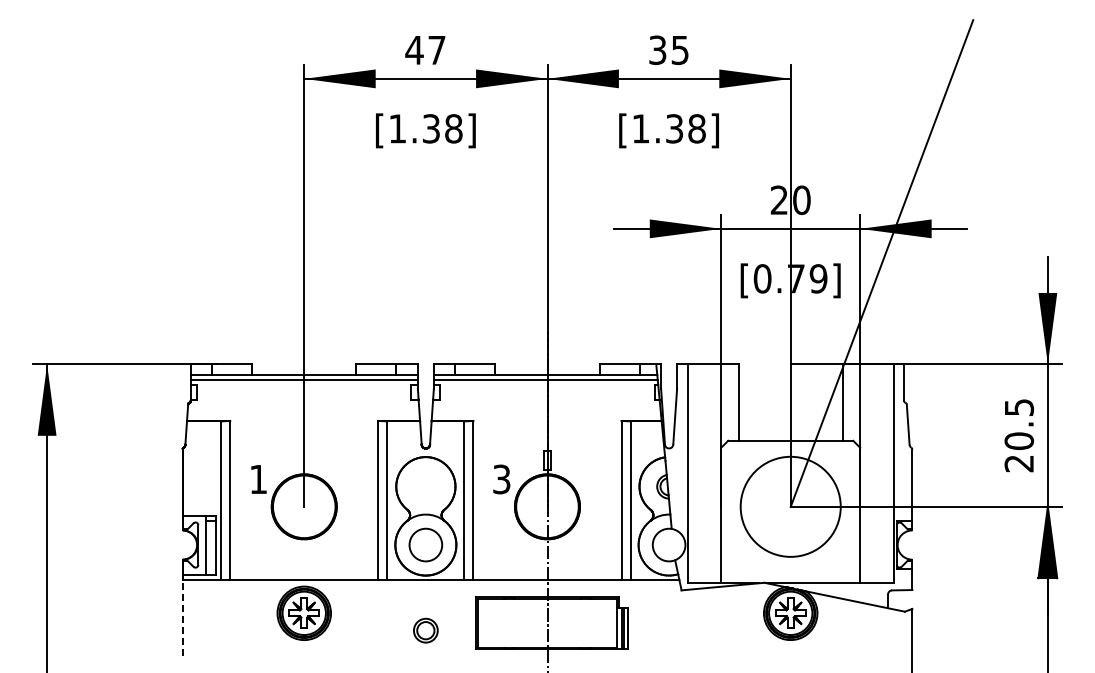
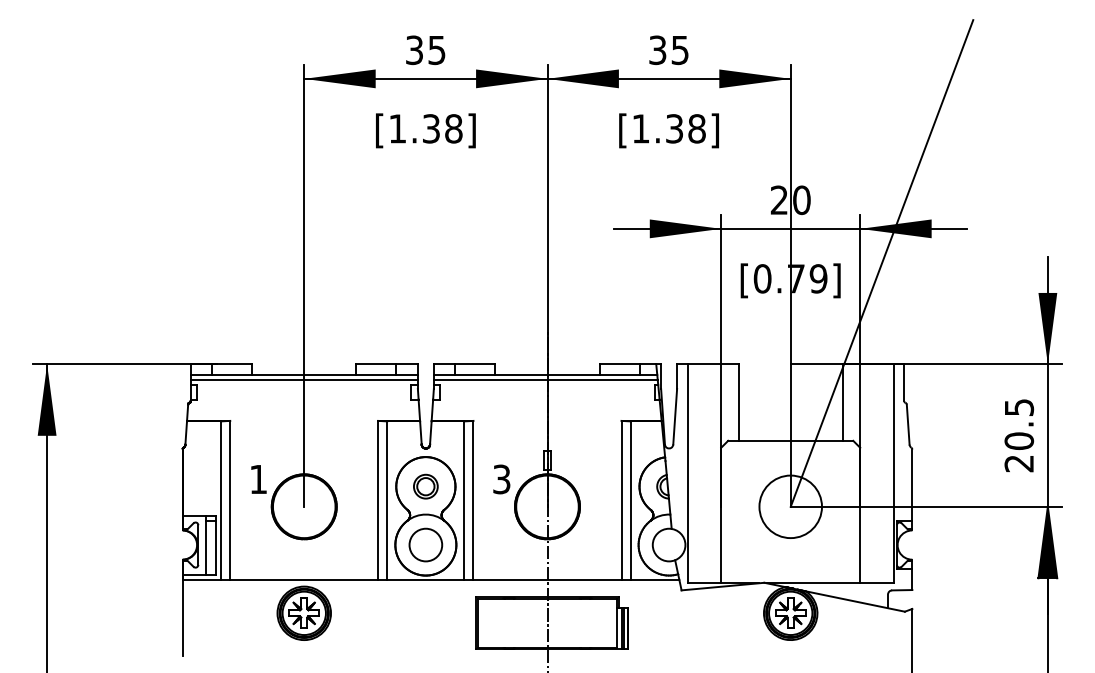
text at (425, 50): 47 -> 35
circle at (790, 506) diameter: 100 px -> 63 px
line at (182, 617): dashed -> solid
part at (425, 630) position: (425, 630) -> (425, 486)
